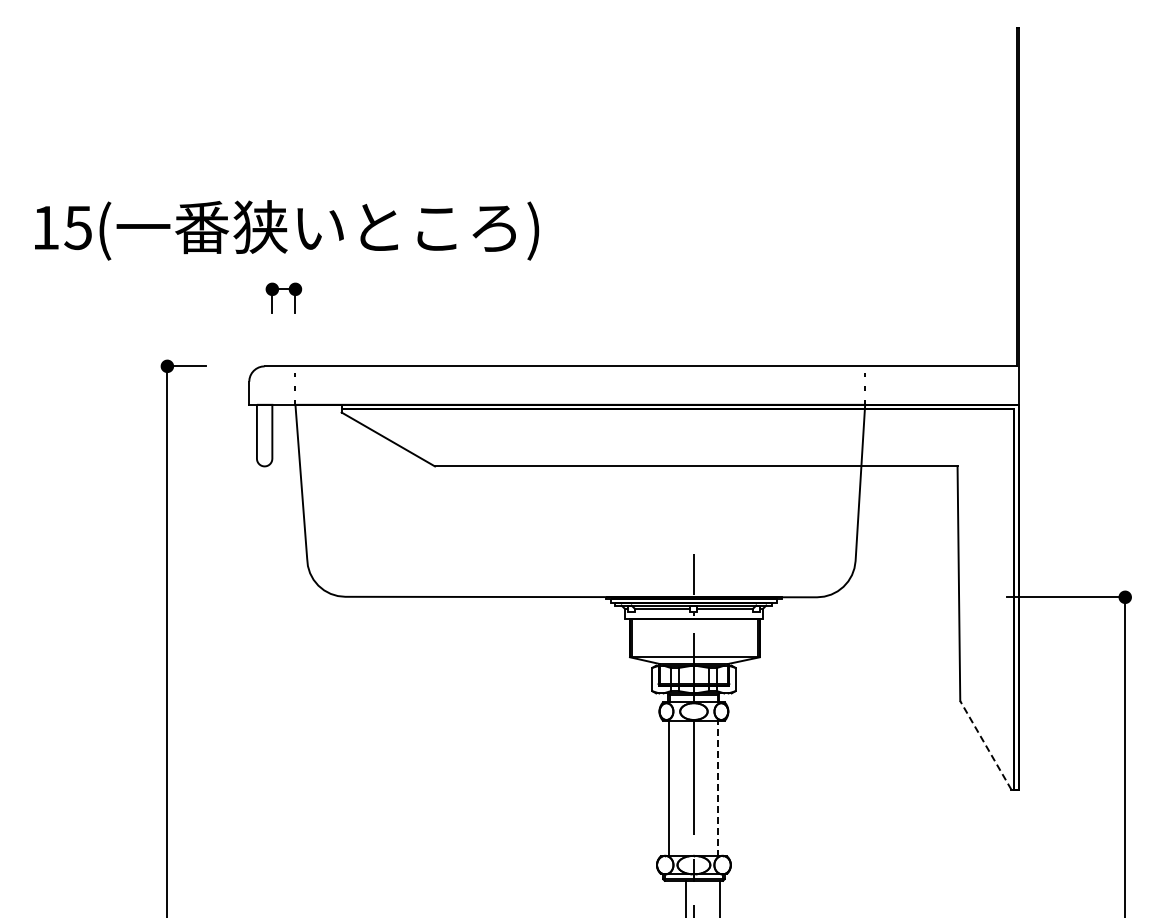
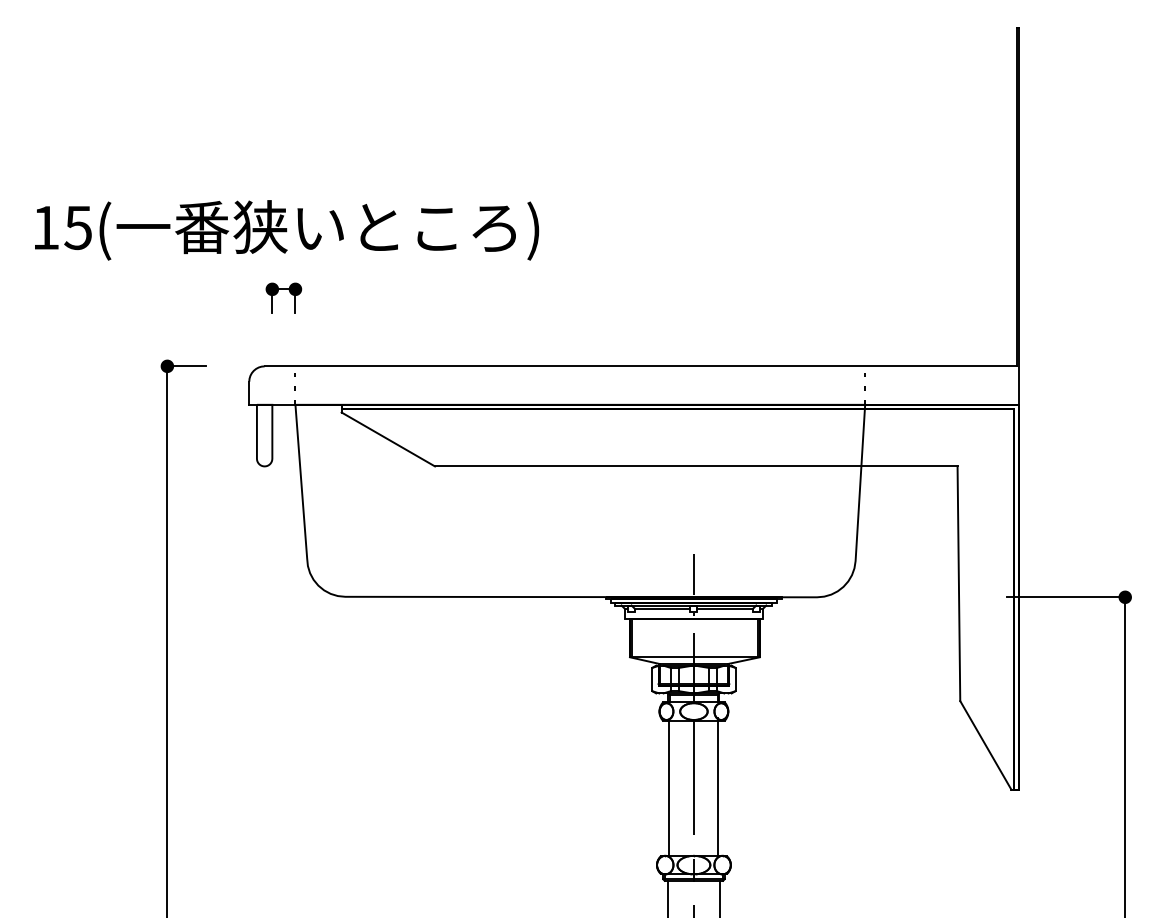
line at (985, 745): dashed -> solid
line at (718, 787): dashed -> solid
line at (686, 897) position: (686, 897) -> (668, 897)
